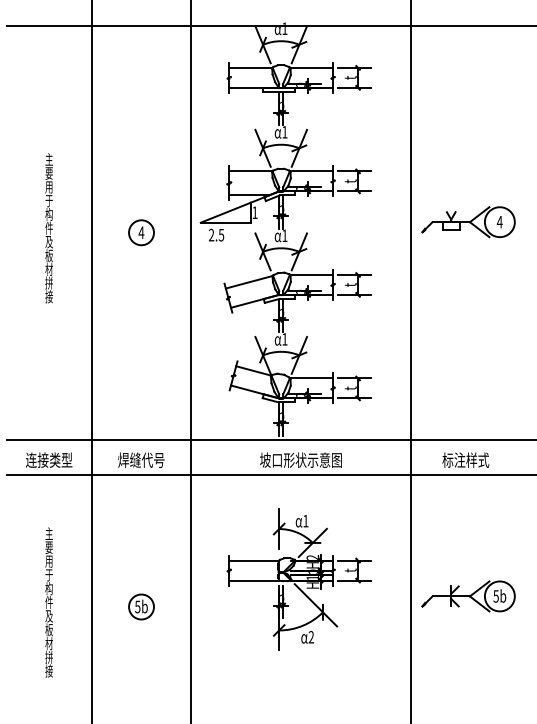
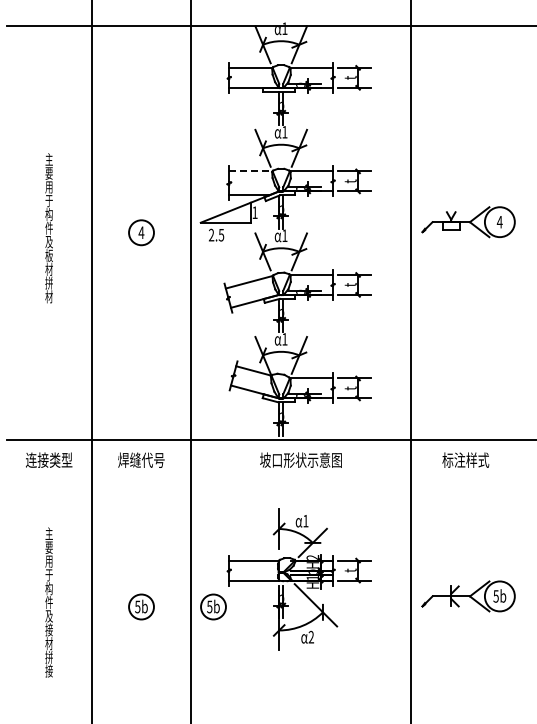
line at (250, 171): solid -> dashed
text at (48, 296): 接 -> 材
line at (269, 474): present -> none
part at (213, 606): none -> present
text at (48, 629): 板 -> 接
